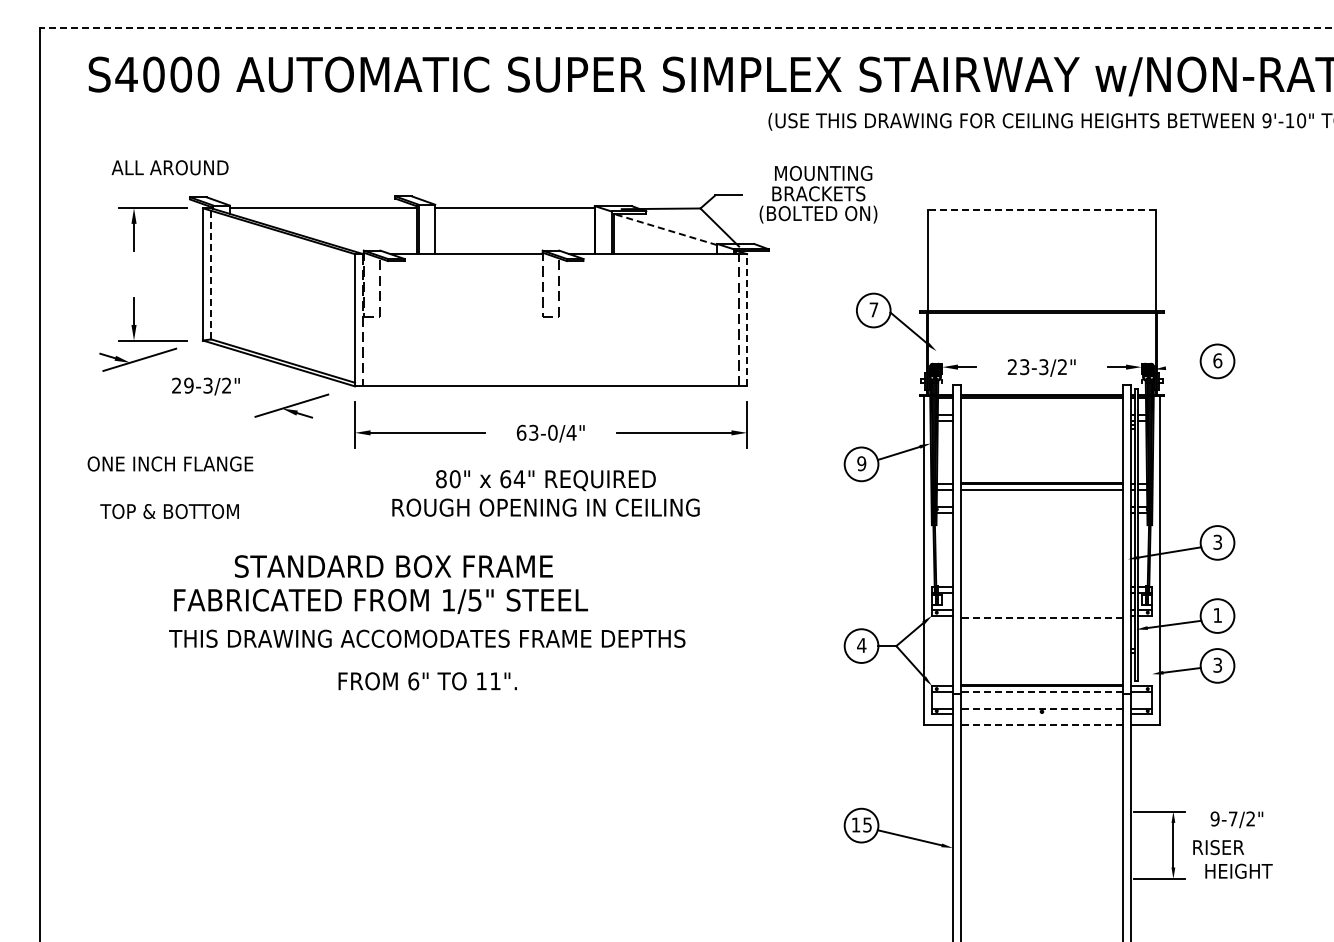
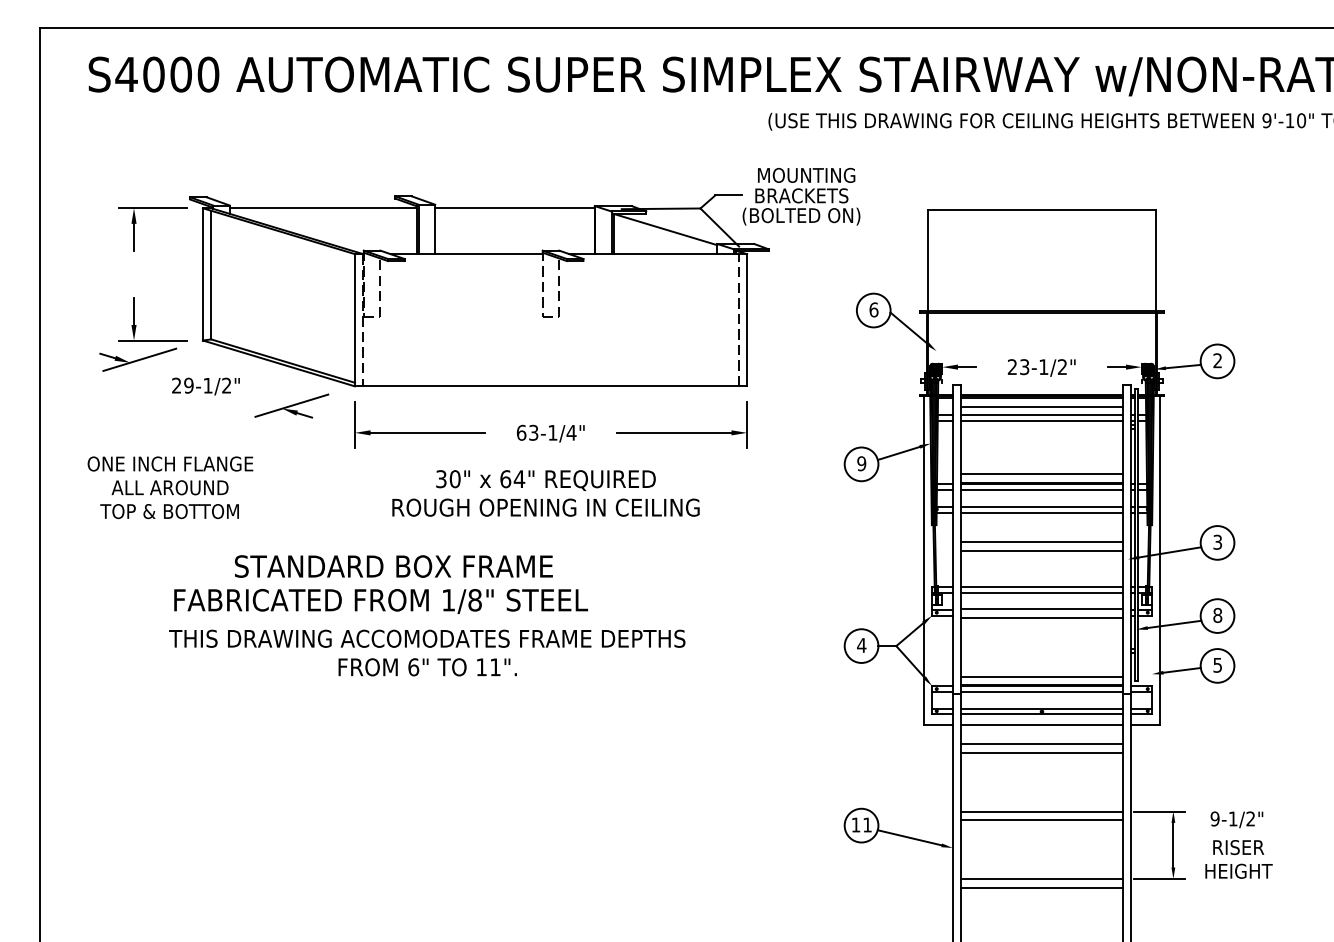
line at (686, 28): dashed -> solid
text at (169, 167) position: (169, 167) -> (169, 487)
text at (818, 194) position: (818, 194) -> (801, 196)
line at (1041, 209): dashed -> solid
line at (664, 229): dashed -> solid
line at (211, 275): dashed -> solid
text at (873, 309): 7 -> 6
line at (747, 319): dashed -> solid
text at (1217, 360): 6 -> 2
line at (1183, 366): none -> present
text at (1043, 367): 23-3/2" -> 23-1/2"
text at (207, 385): 29-3/2" -> 29-1/2"
line at (1041, 407): none -> present
line at (1041, 414): none -> present
line at (1041, 420): none -> present
text at (552, 432): 63-0/4" -> 63-1/4"
line at (1041, 474): none -> present
text at (441, 479): 80" -> 30"
line at (1041, 507): none -> present
line at (1041, 512): none -> present
line at (1041, 541): none -> present
line at (1041, 550): none -> present
line at (1041, 587): none -> present
line at (1041, 593): none -> present
text at (474, 600): 1/5" -> 1/8"
line at (1041, 609): none -> present
text at (1217, 614): 1 -> 8
line at (1042, 617): dashed -> solid
text at (1217, 664): 3 -> 5
line at (1041, 676): none -> present
text at (427, 681) position: (427, 681) -> (427, 667)
line at (1042, 691): dashed -> solid
line at (1042, 708): dashed -> solid
line at (1041, 714): none -> present
line at (1042, 724): dashed -> solid
line at (1041, 744): none -> present
line at (1041, 752): none -> present
line at (1041, 811): none -> present
text at (1233, 818): 9-7/2" -> 9-1/2"
line at (1041, 820): none -> present
text at (867, 824): 15 -> 11
text at (1218, 847) position: (1218, 847) -> (1238, 847)
line at (1041, 878): none -> present
line at (1041, 887): none -> present
